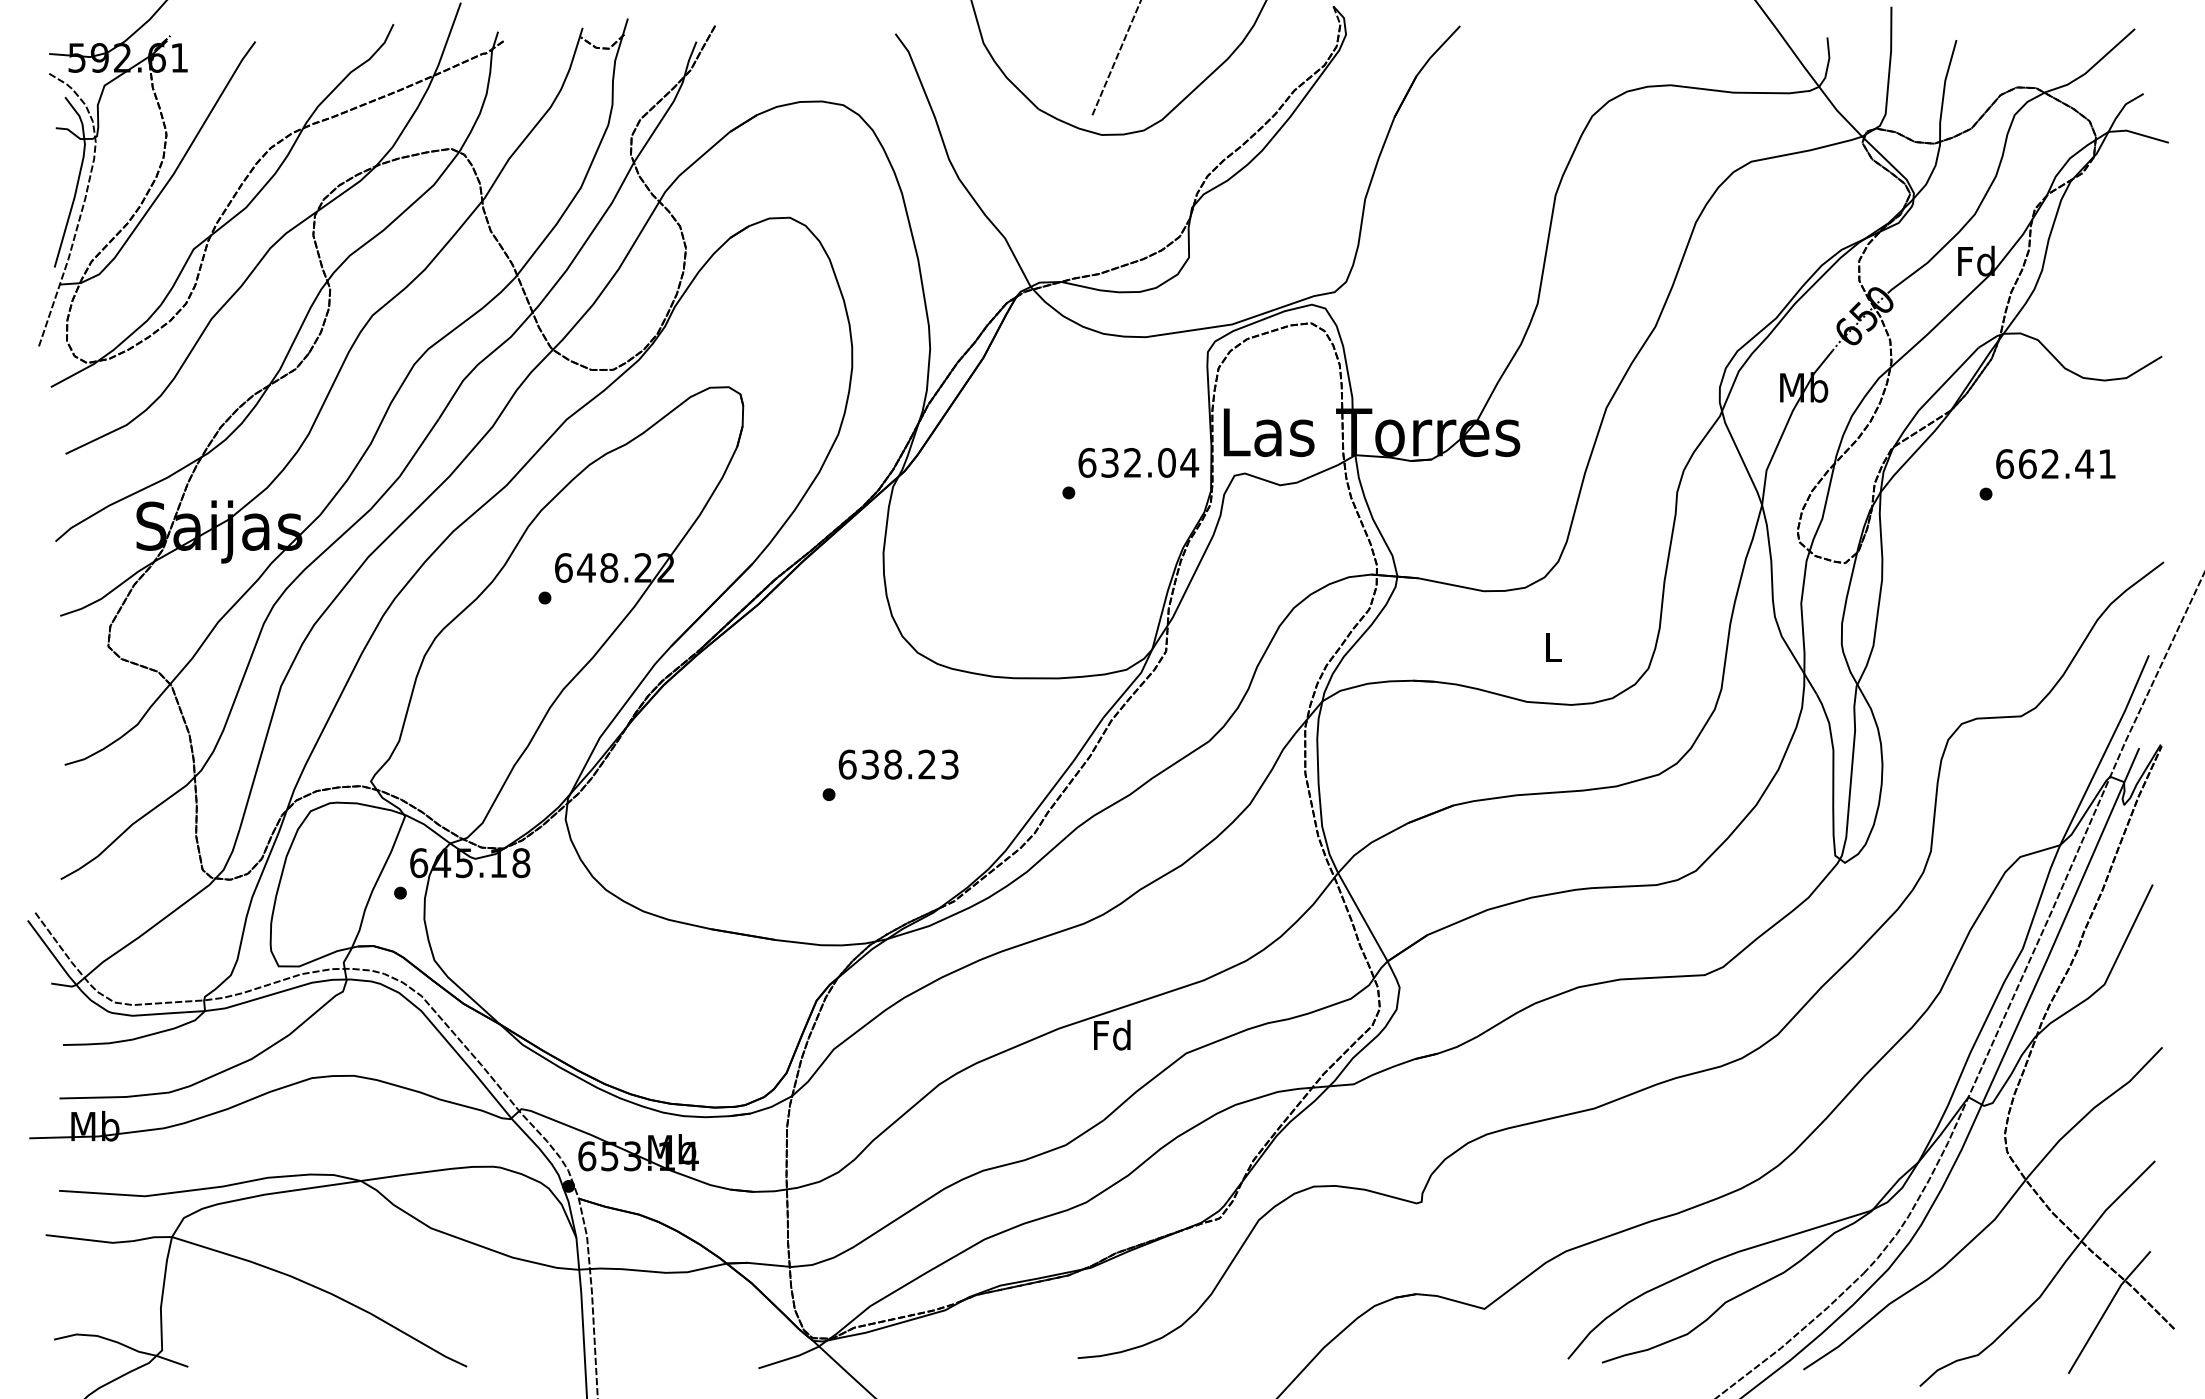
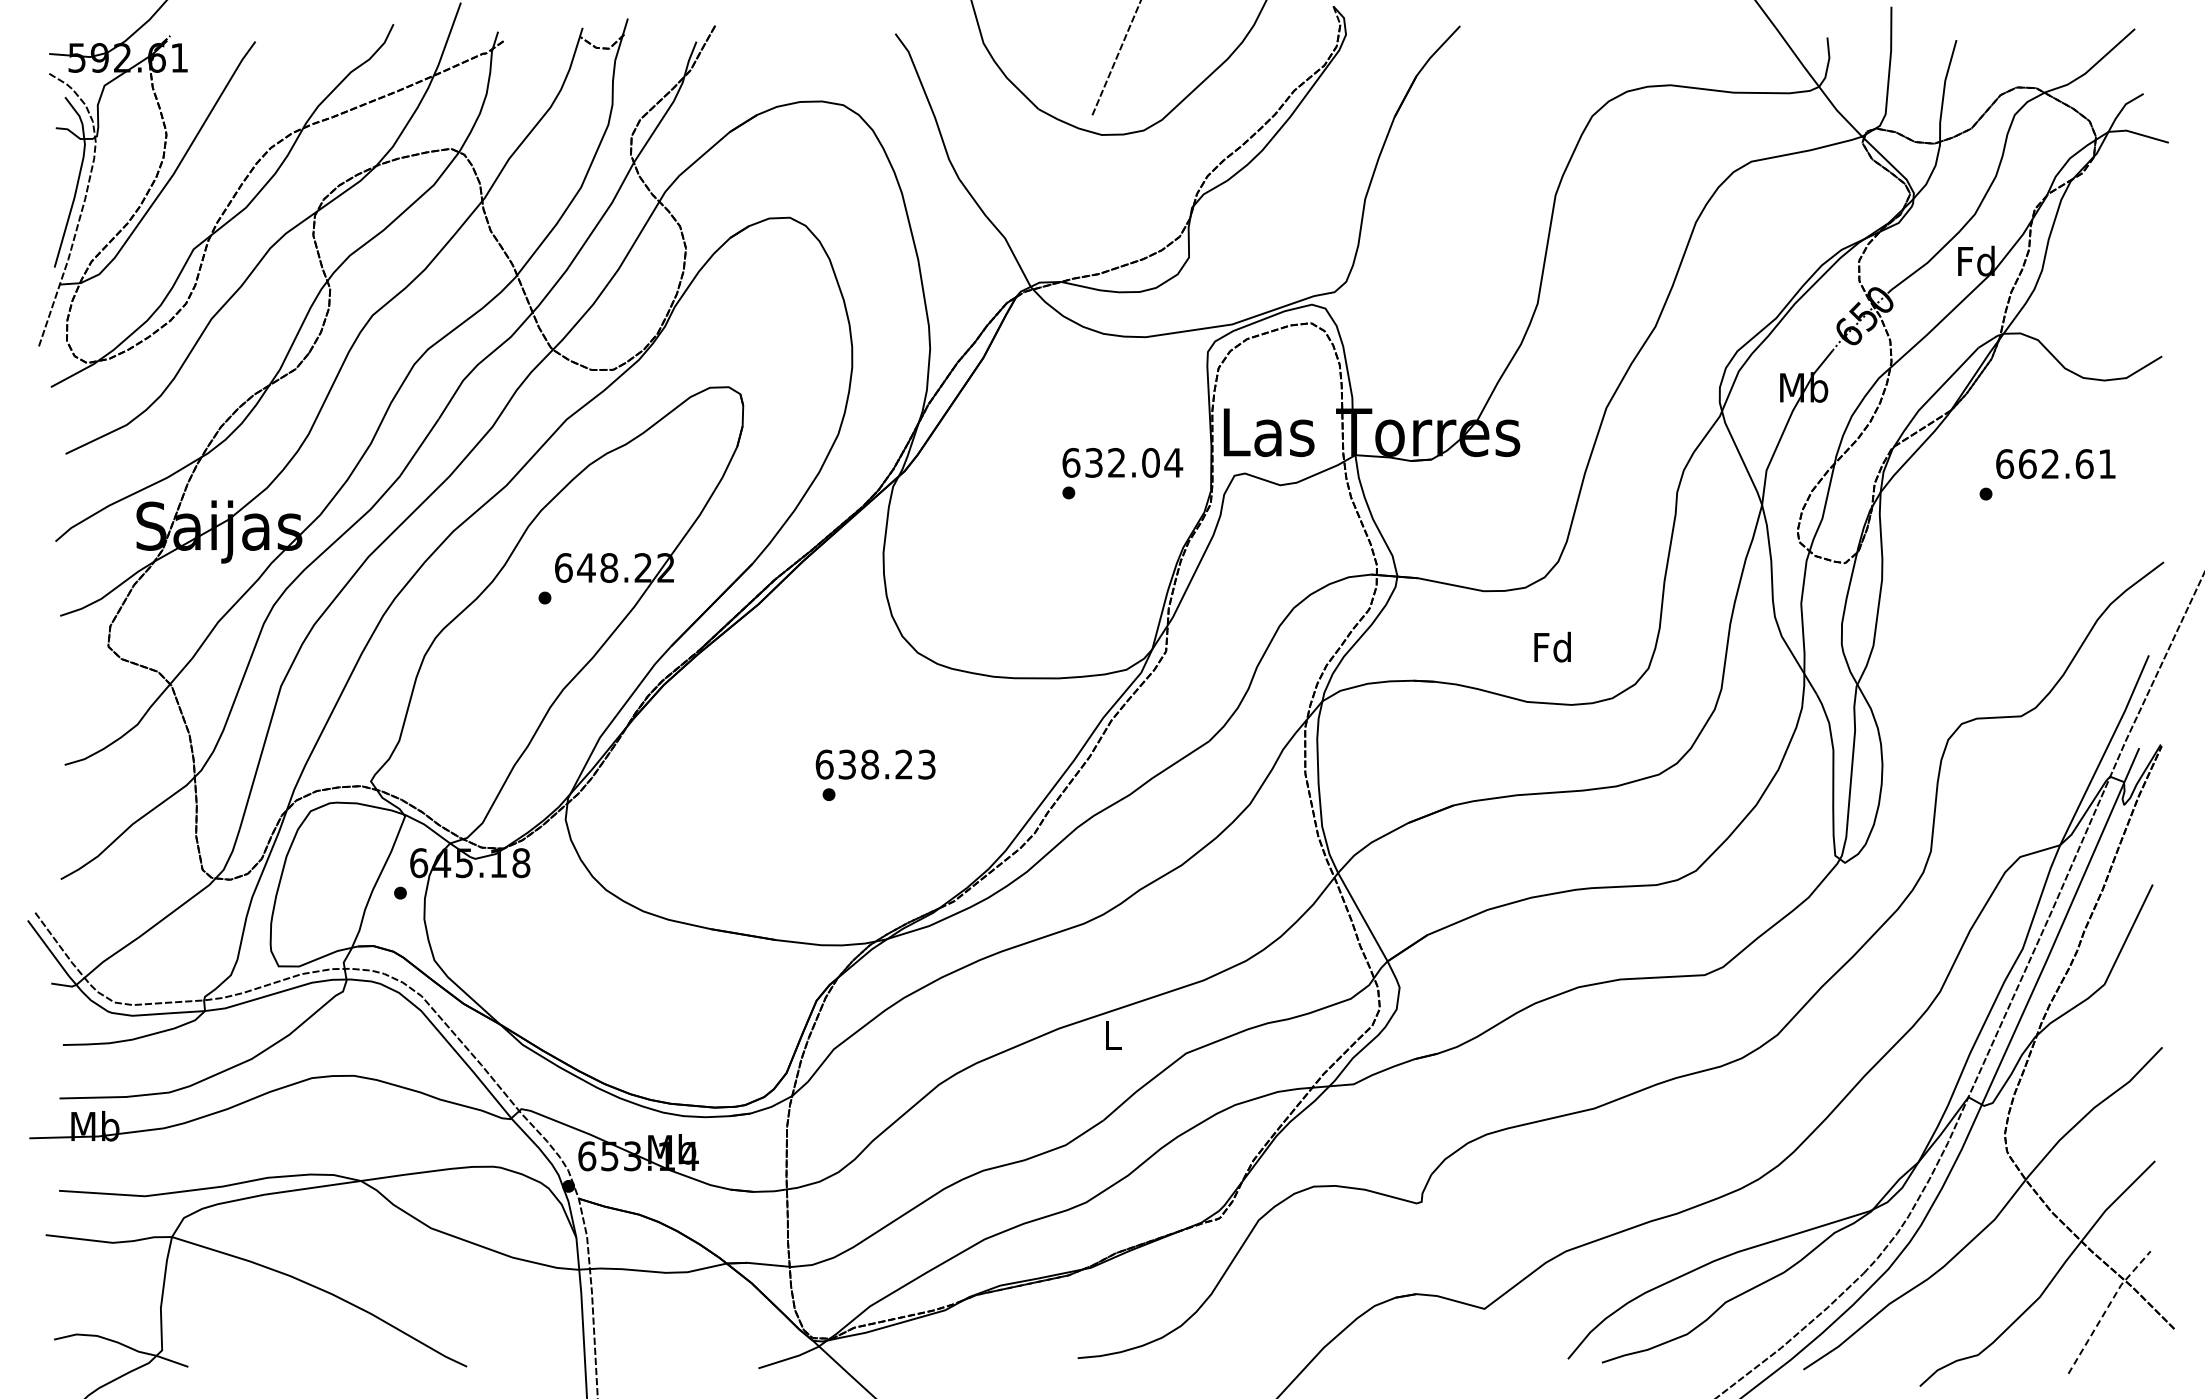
text at (1138, 462) position: (1138, 462) -> (1122, 462)
text at (2084, 464): 662.41 -> 662.61
text at (1552, 646): L -> Fd
text at (898, 764) position: (898, 764) -> (875, 764)
text at (1112, 1034): Fd -> L
line at (2106, 1309): solid -> dashed
